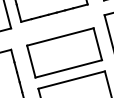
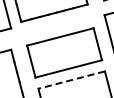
line at (71, 80): solid -> dashed
